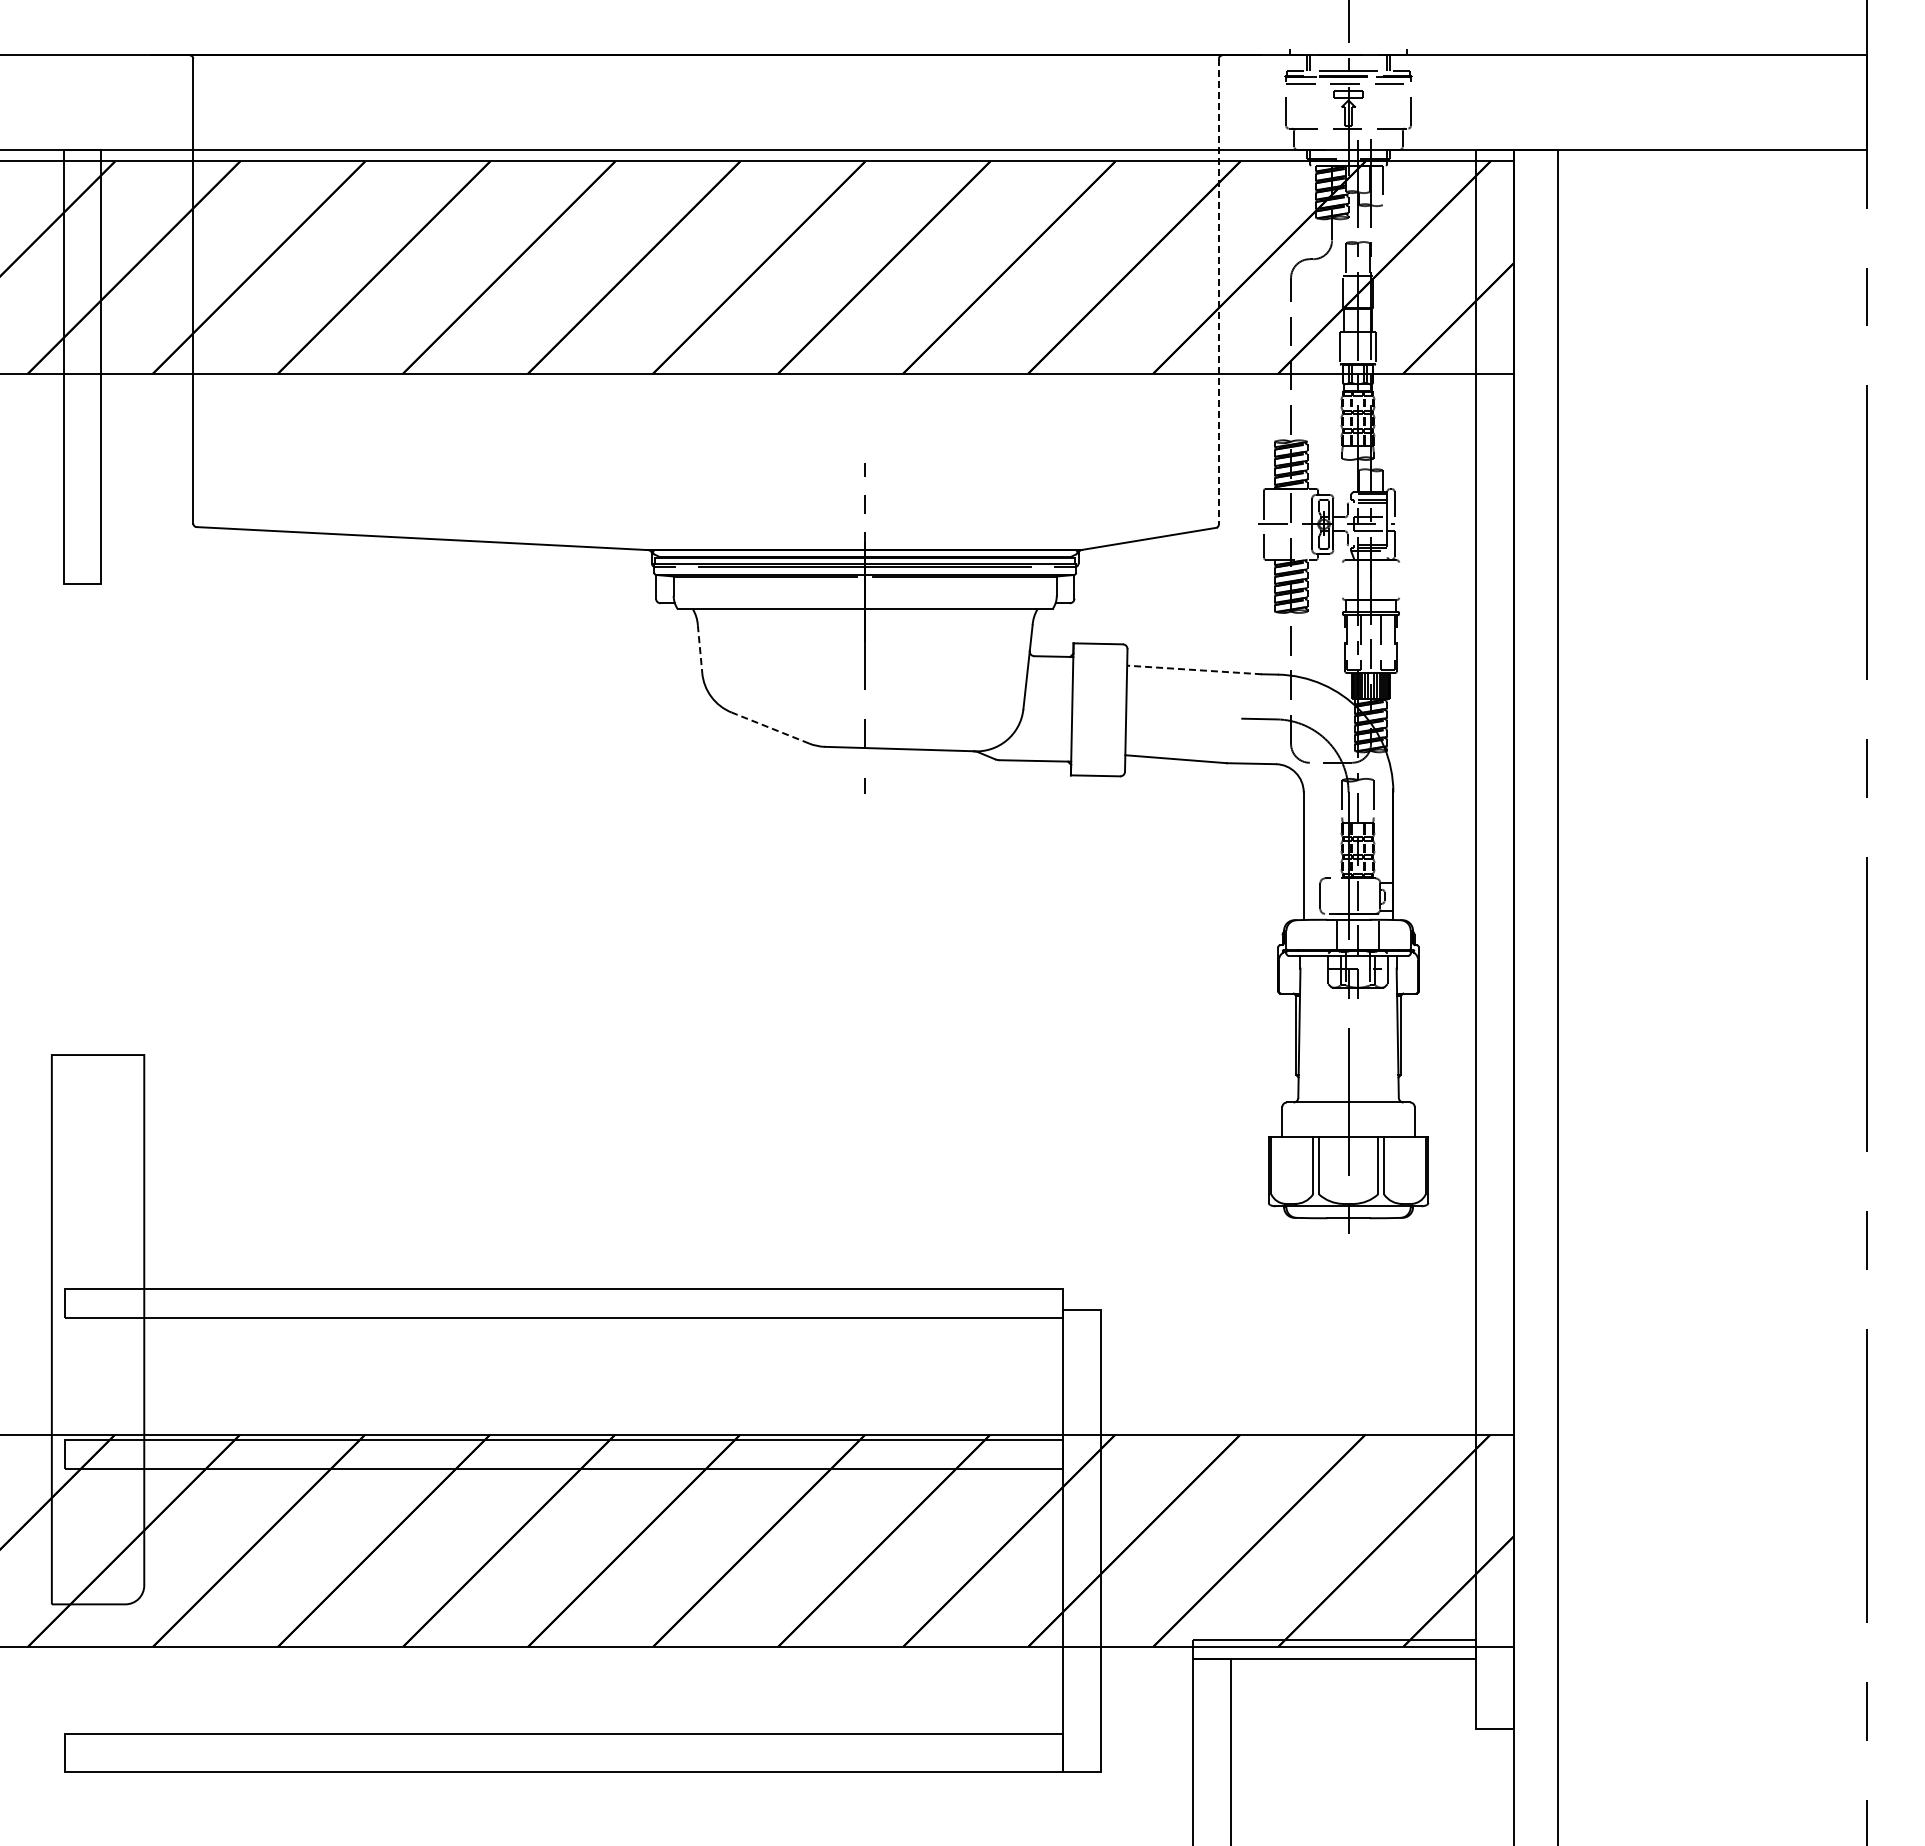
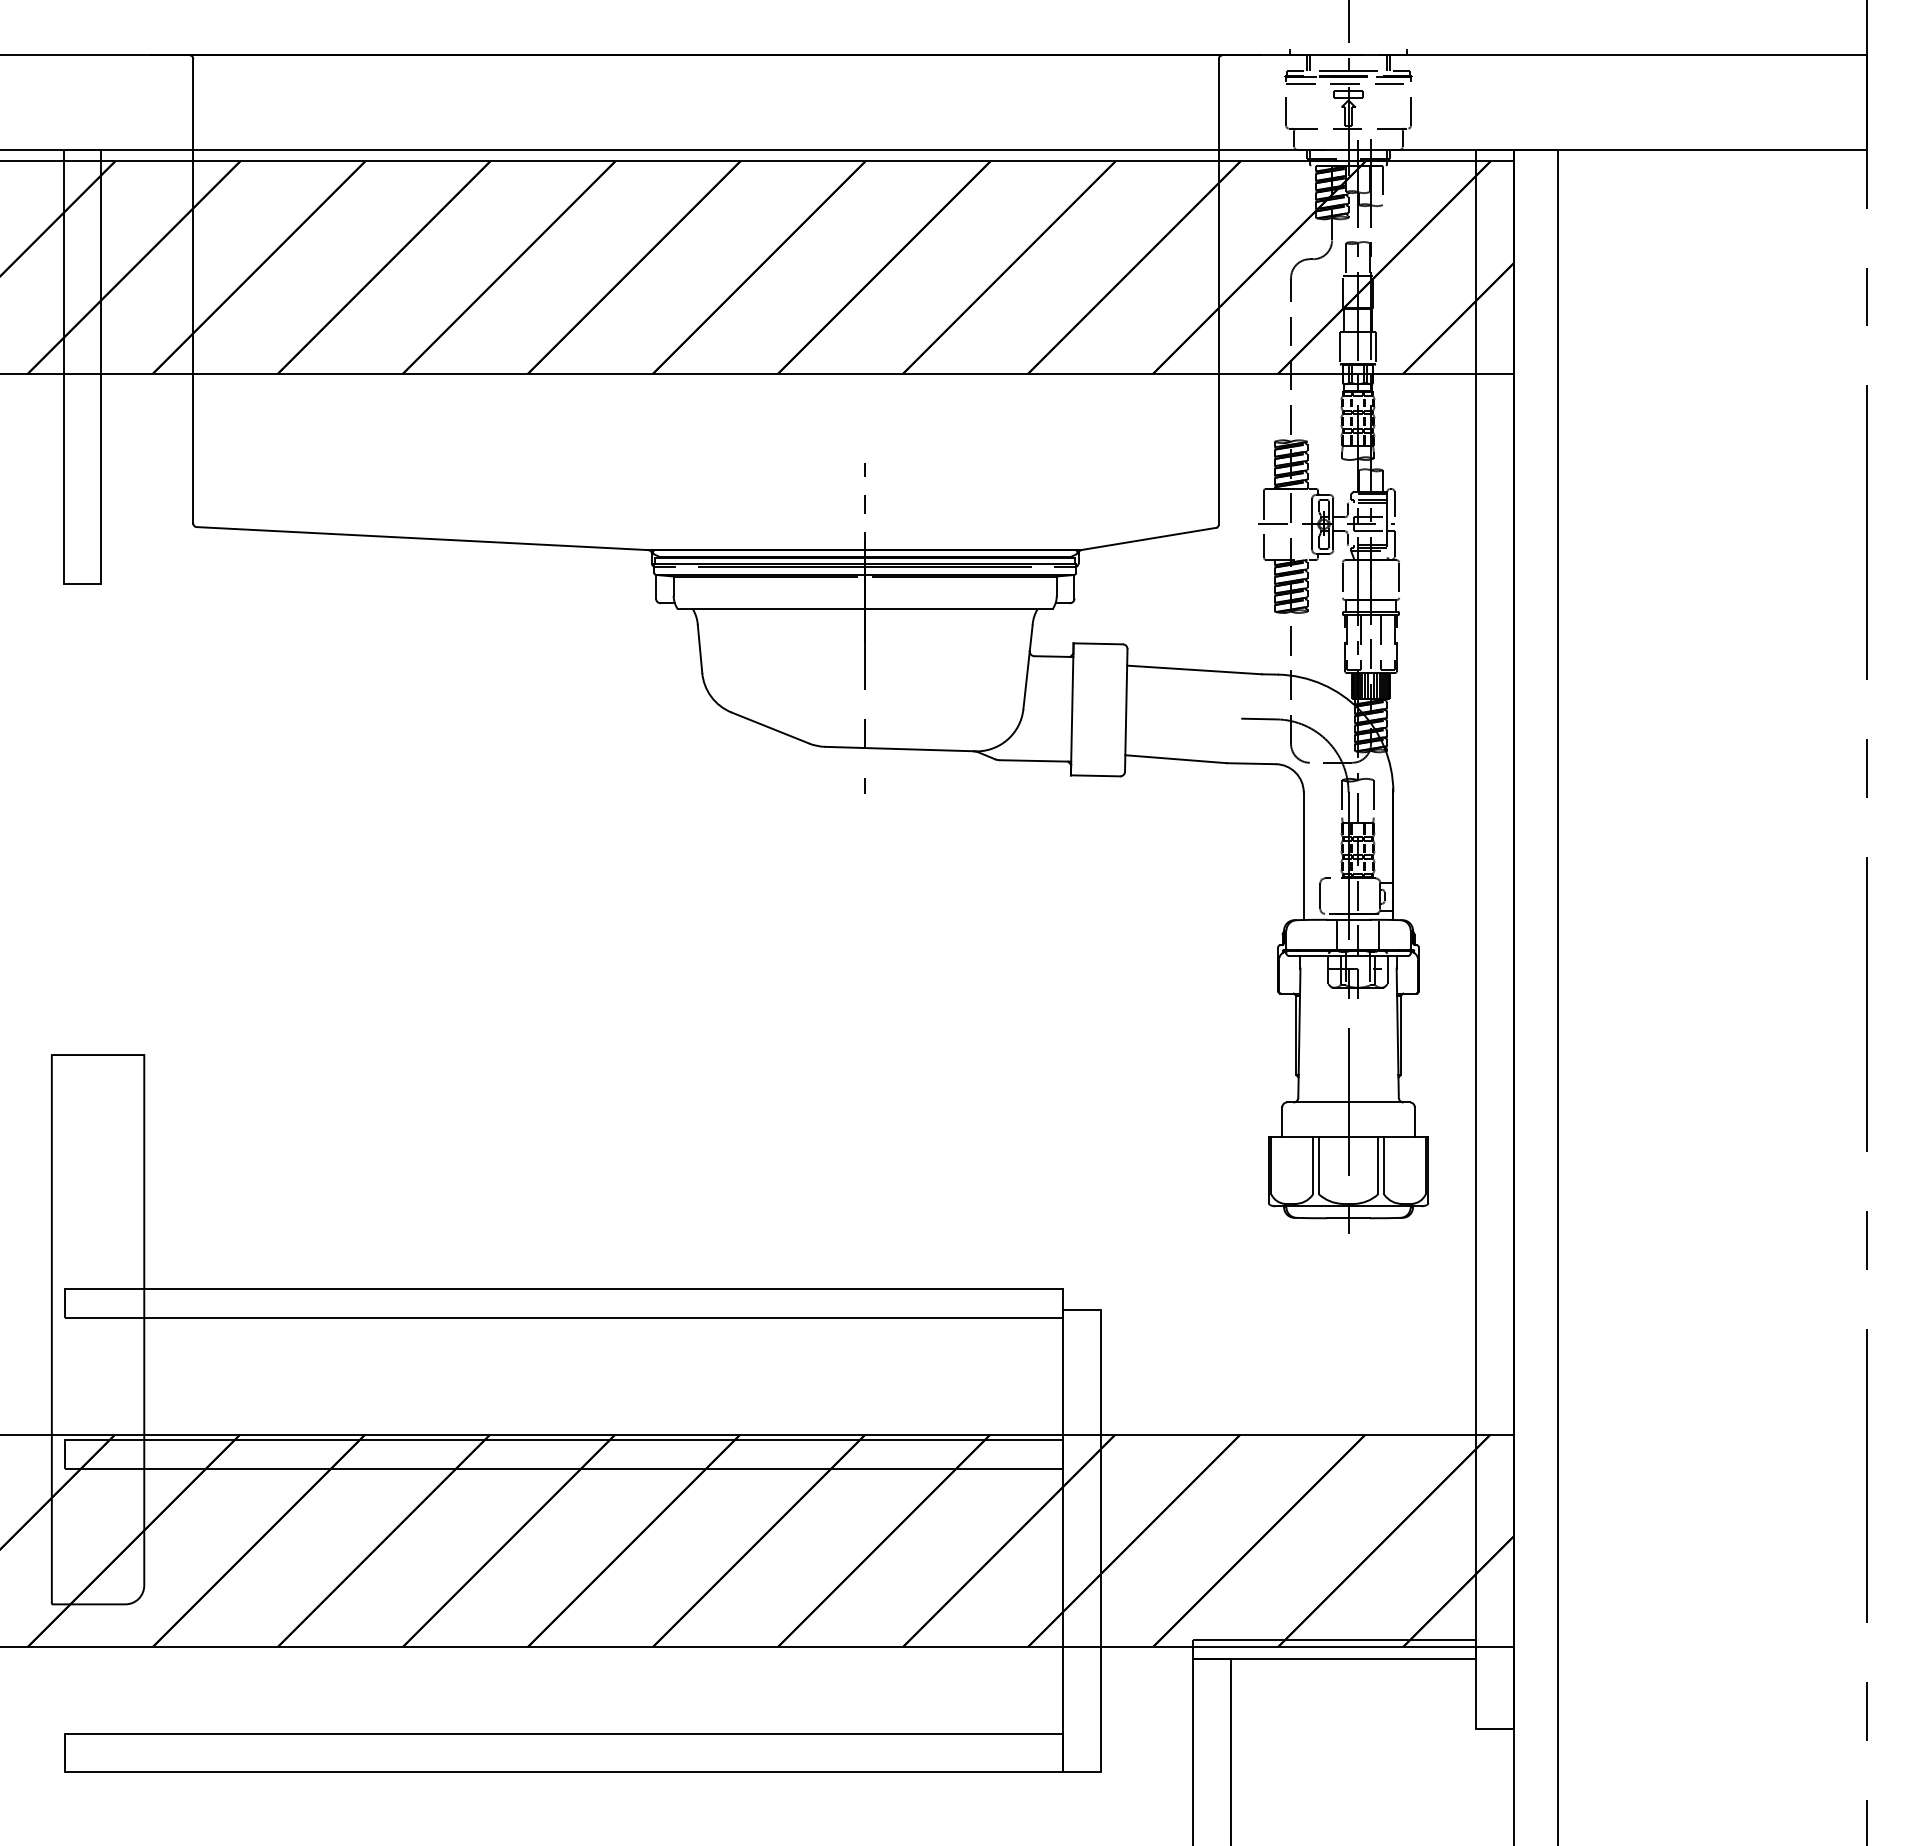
line at (1218, 291): dashed -> solid
line at (1342, 579): none -> present
line at (1399, 579): none -> present
line at (700, 649): dashed -> solid
line at (1194, 669): dashed -> solid
line at (770, 728): dashed -> solid
